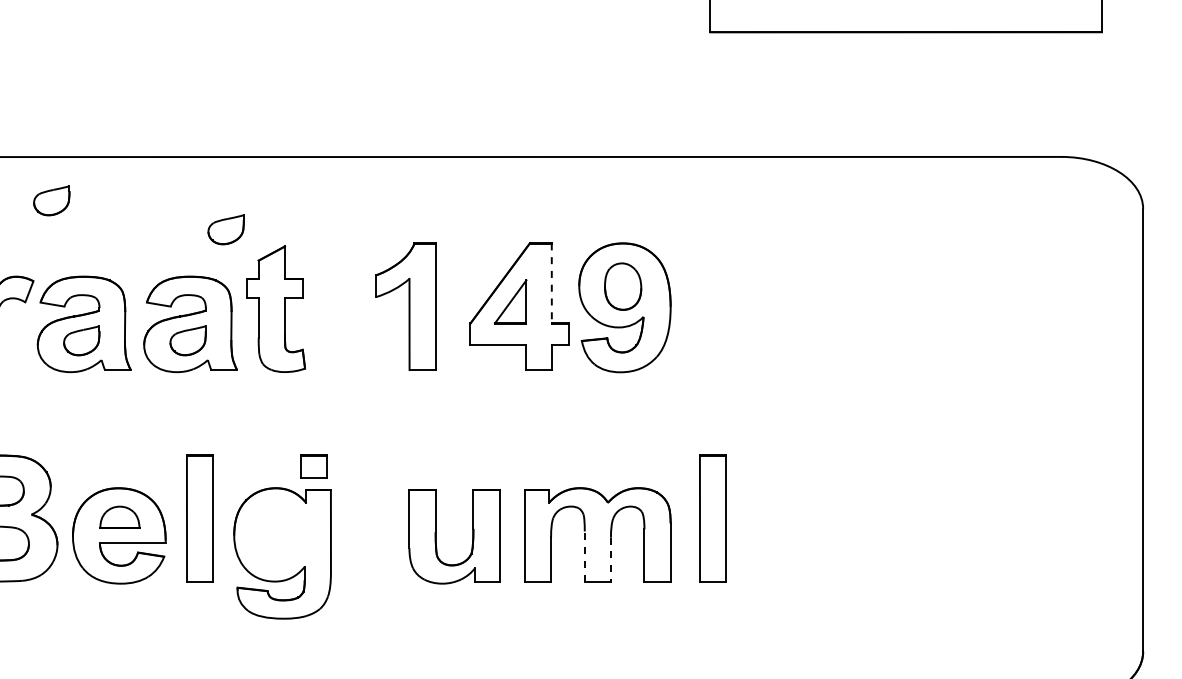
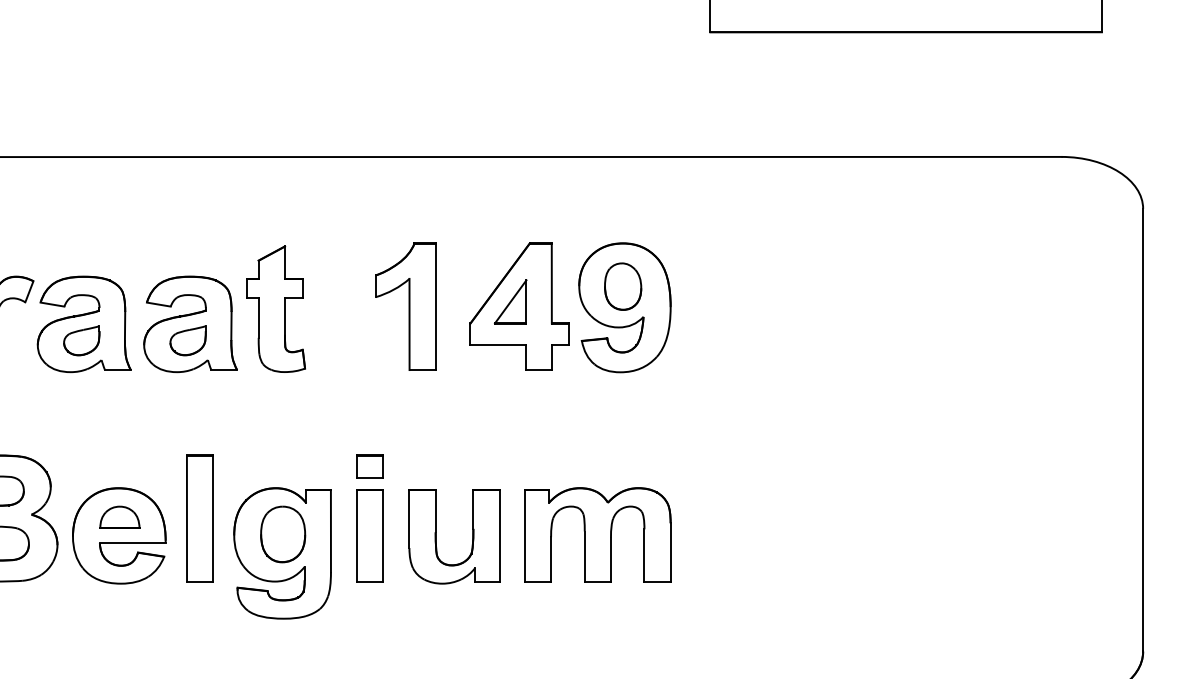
part at (51, 200): present -> none
part at (225, 229): present -> none
line at (551, 283): dashed -> solid
part at (313, 466) position: (313, 466) -> (369, 466)
part at (712, 518): present -> none
part at (283, 534): none -> present
part at (369, 535): none -> present
line at (584, 556): dashed -> solid
line at (611, 559): dashed -> solid
